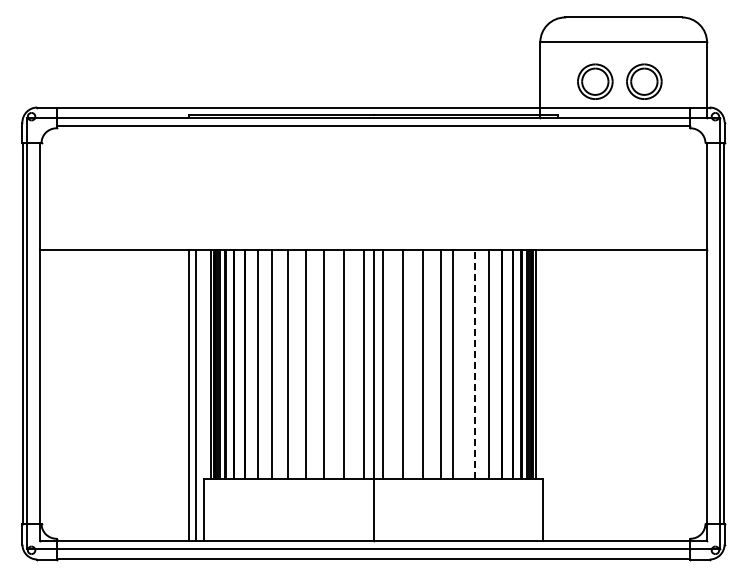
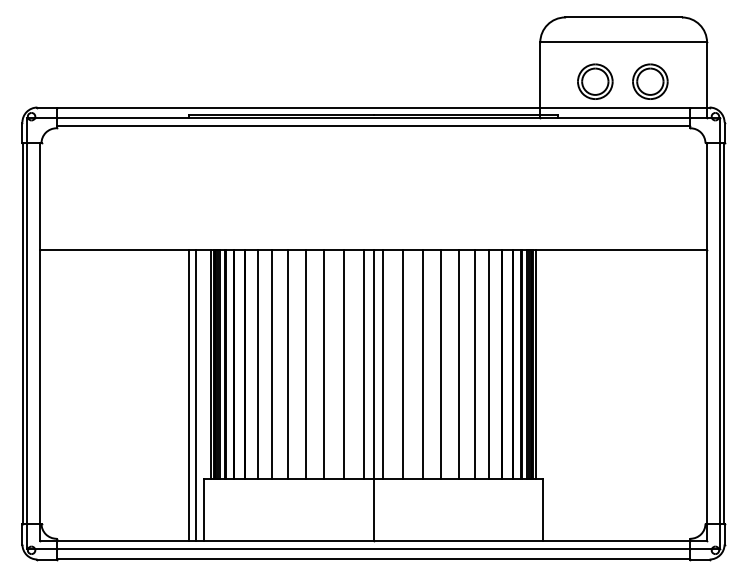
part at (644, 81) position: (644, 81) -> (650, 81)
line at (452, 363) position: (452, 363) -> (458, 363)
line at (474, 364): dashed -> solid
